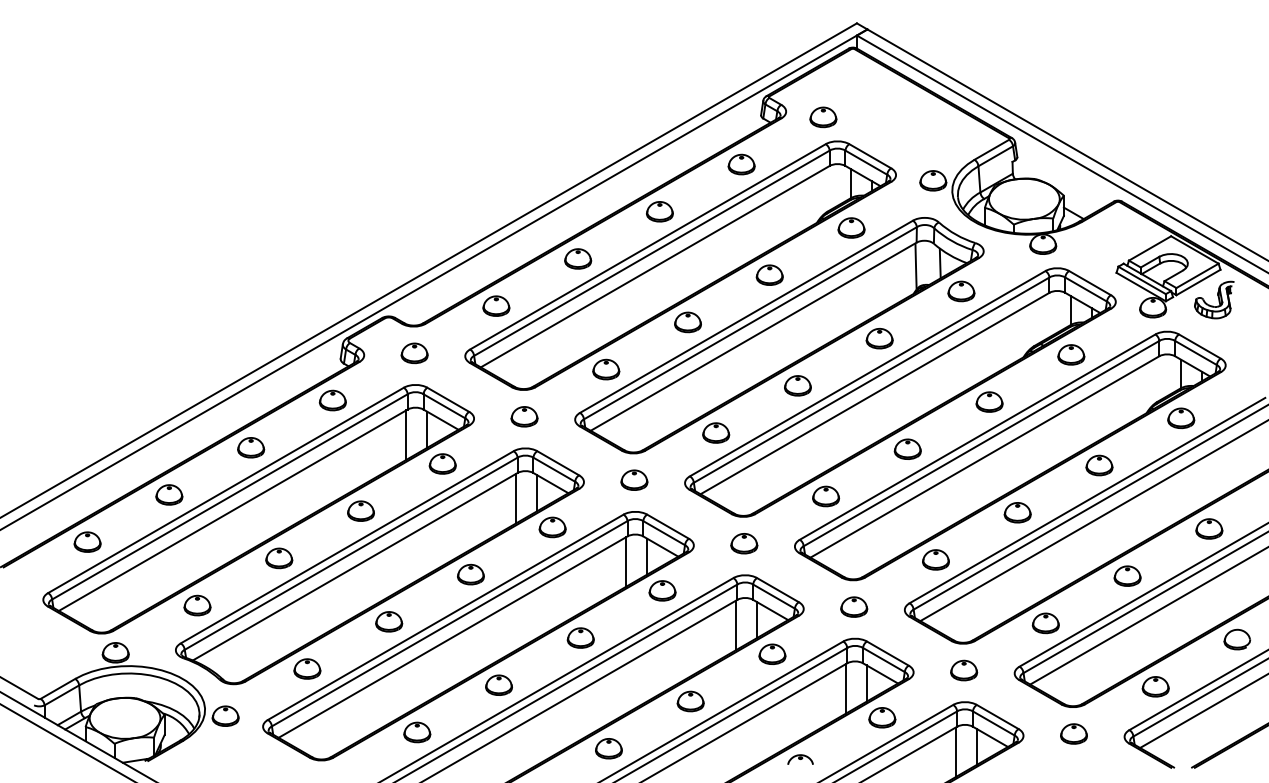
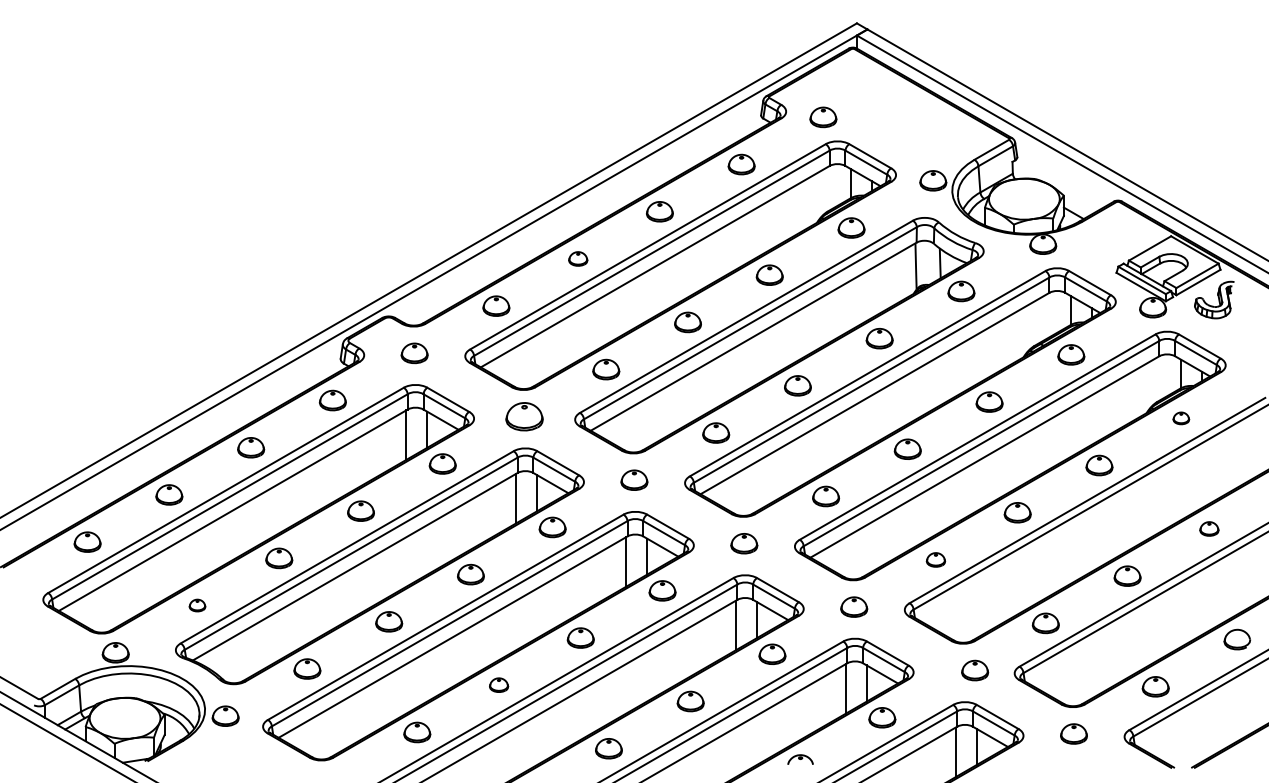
part at (578, 258) size: 29x22 px -> 21x16 px
part at (524, 416) size: 29x22 px -> 39x30 px
part at (1181, 418) size: 29x23 px -> 19x15 px
line at (1092, 521): present -> none
part at (1209, 528) size: 29x22 px -> 21x16 px
part at (935, 559) size: 28x22 px -> 22x16 px
part at (197, 605) size: 29x23 px -> 19x15 px
line at (1147, 616): present -> none
part at (964, 670) position: (964, 670) -> (975, 670)
part at (498, 684) size: 28x22 px -> 21x16 px
line at (1202, 711): present -> none
